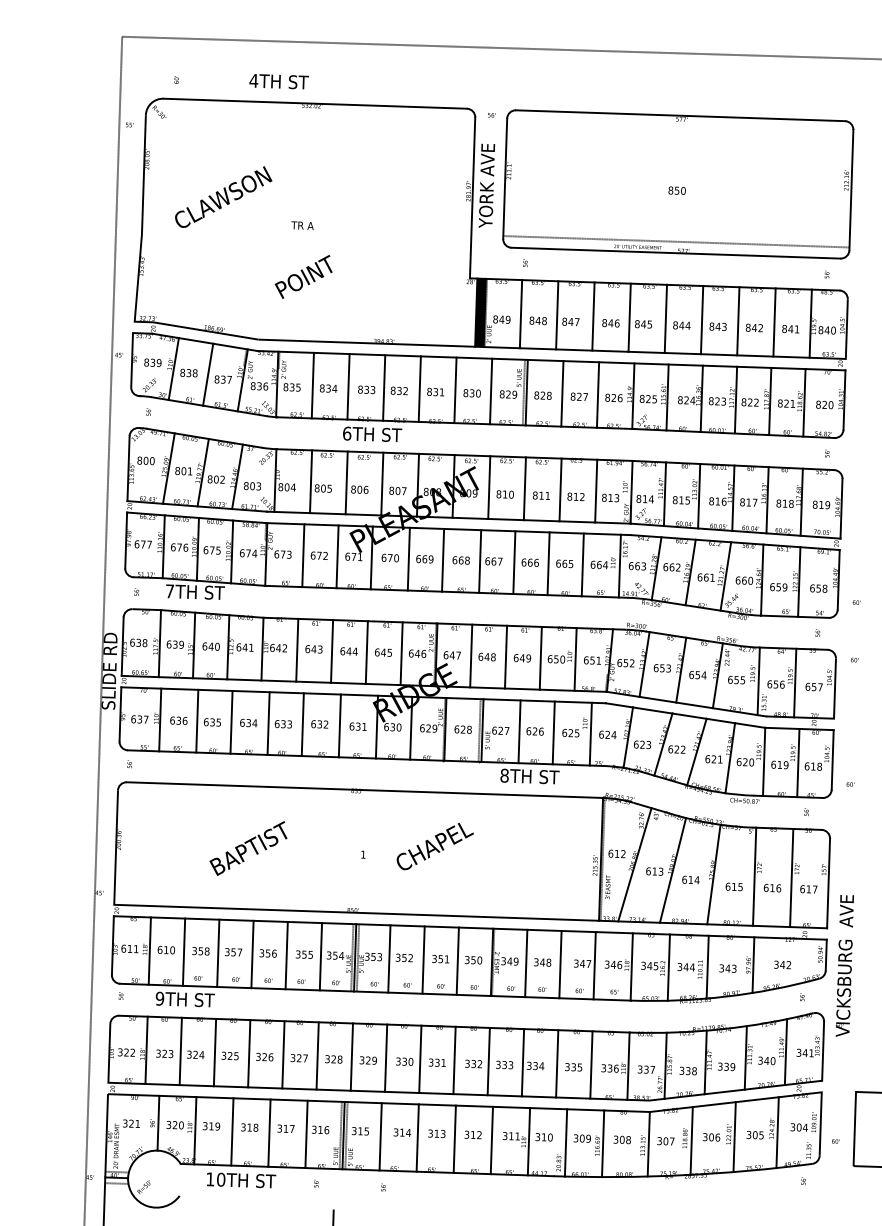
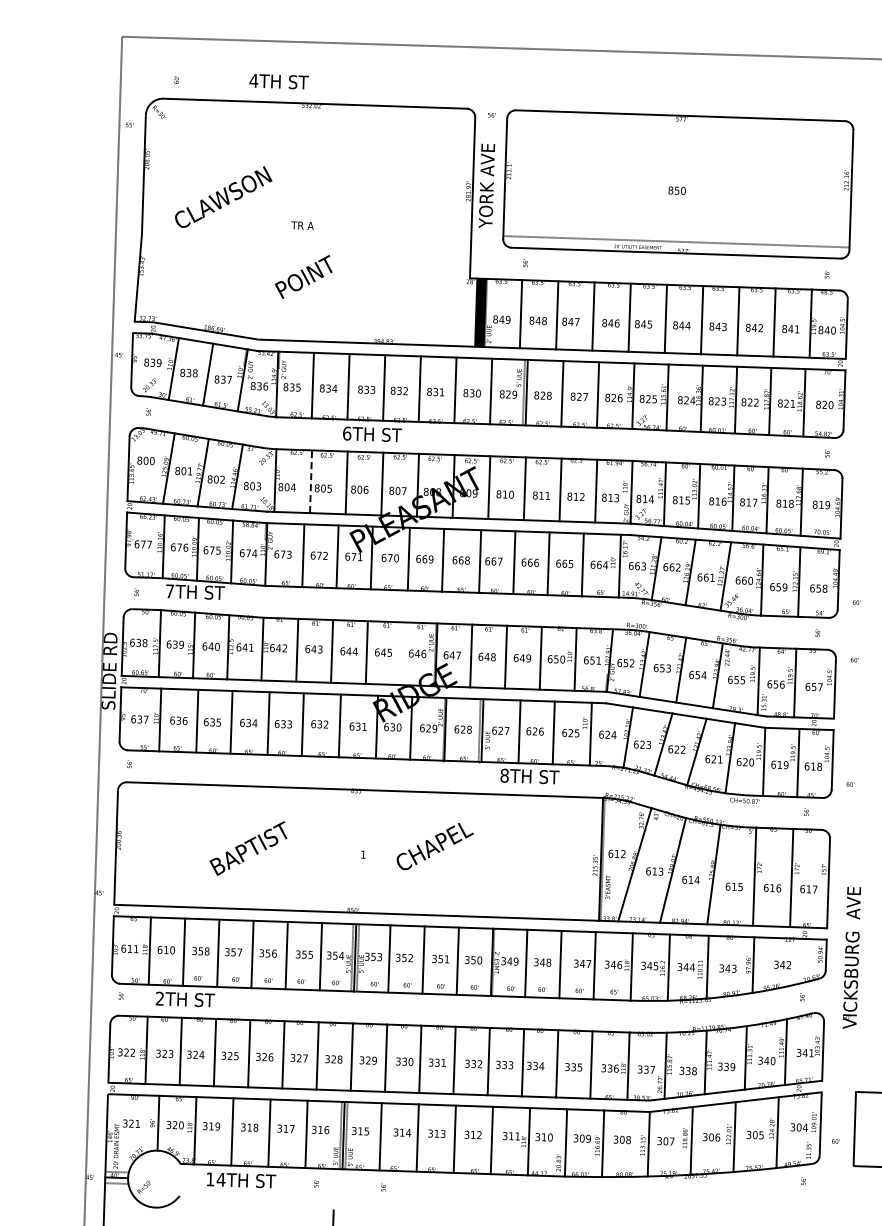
line at (311, 481): solid -> dashed
line at (401, 653): present -> none
text at (844, 965) position: (844, 965) -> (851, 957)
text at (159, 998): 9TH -> 2TH
text at (220, 1179): 10TH -> 14TH
